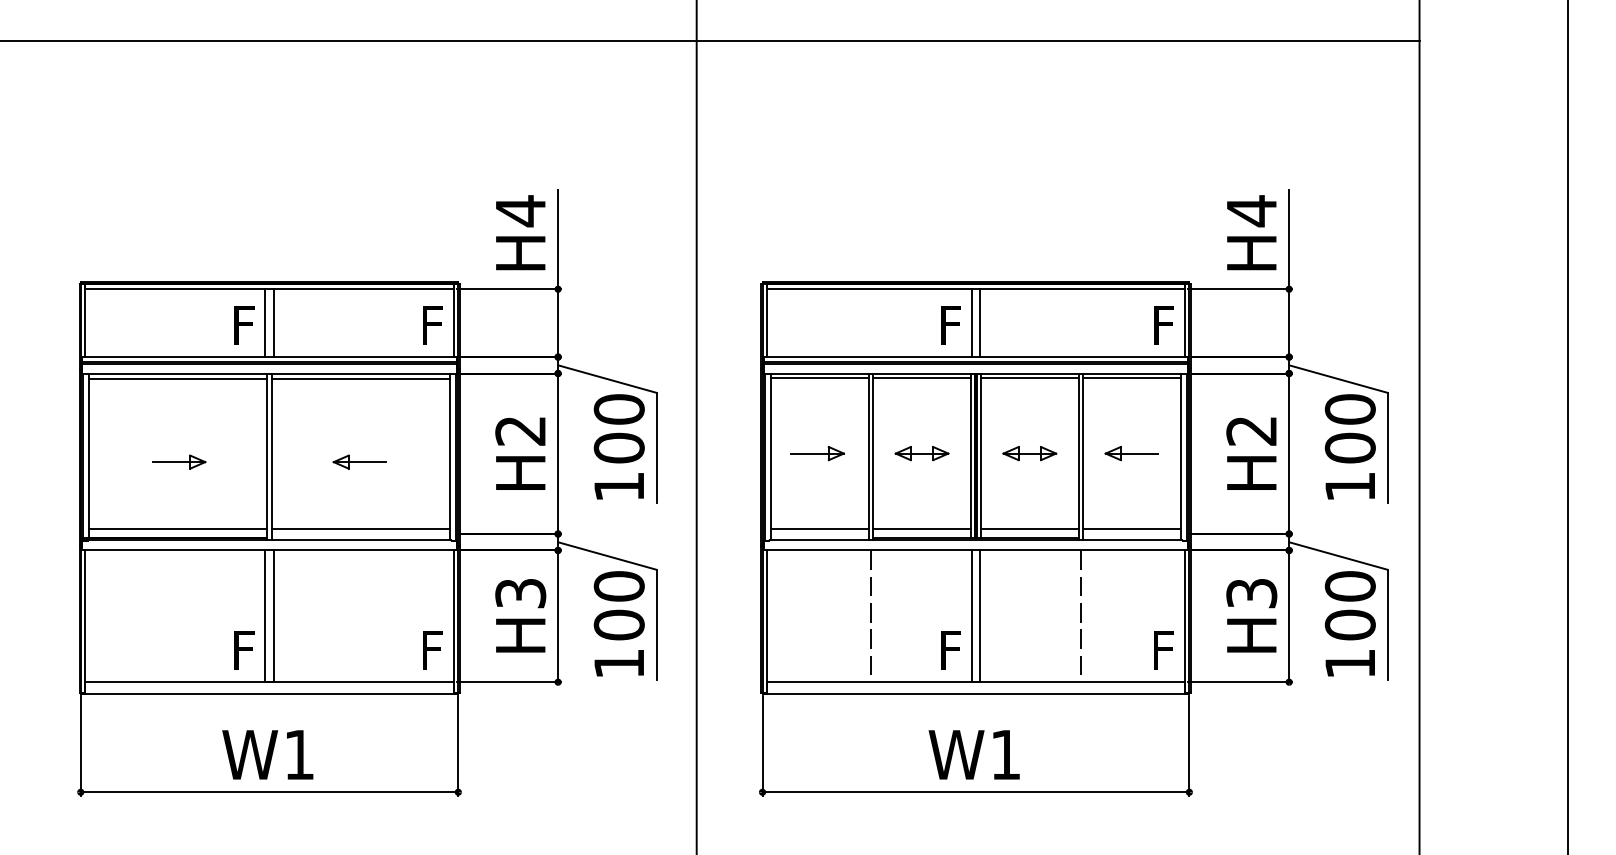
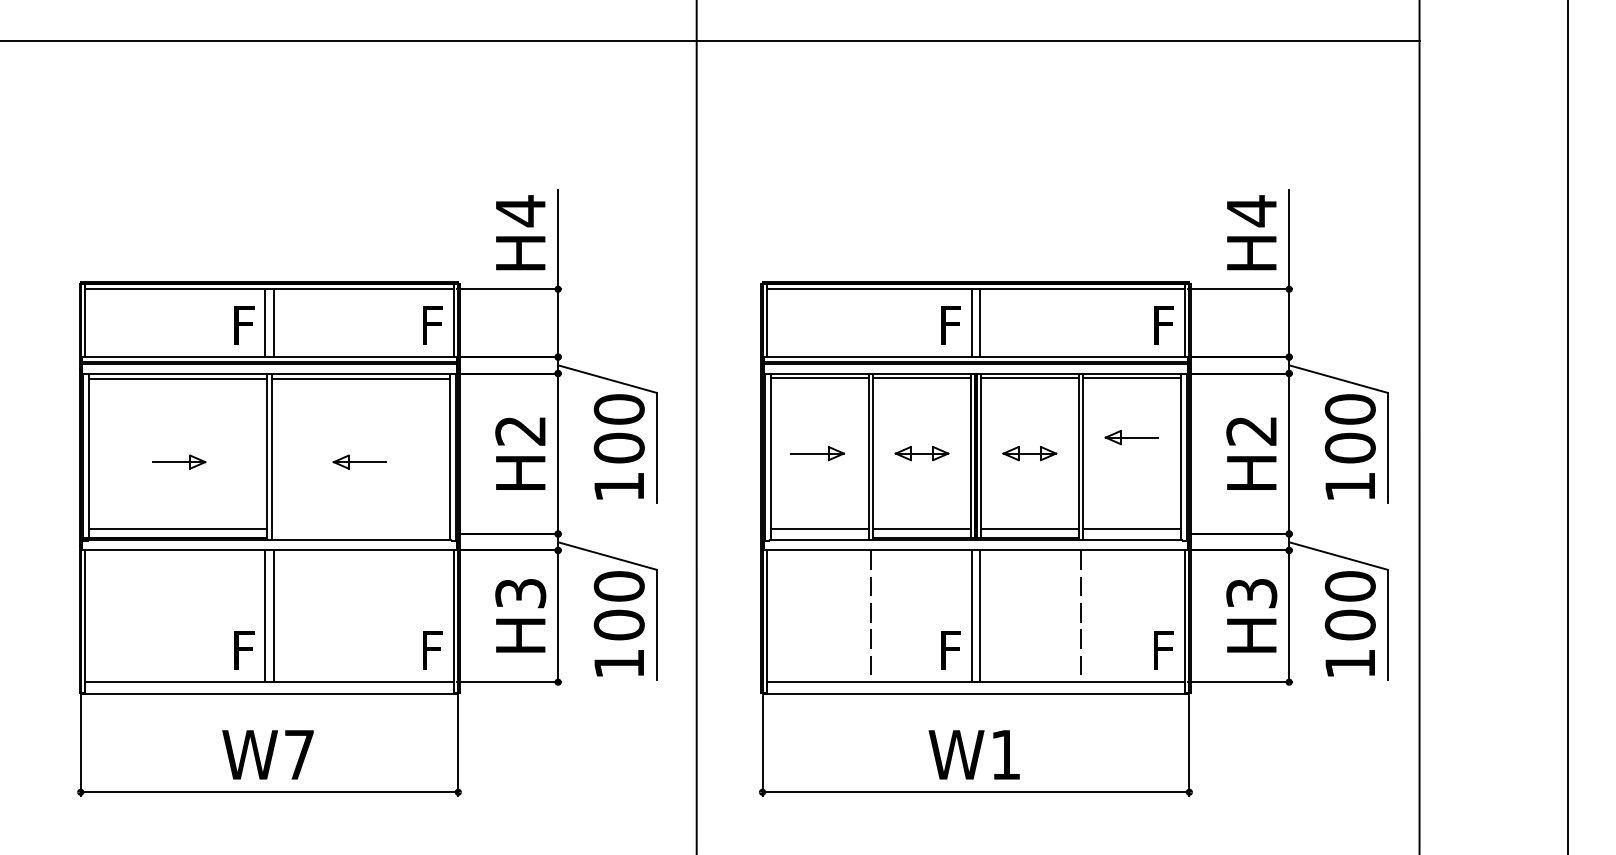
part at (1131, 453) position: (1131, 453) -> (1131, 437)
line at (360, 529): present -> none
text at (299, 754): W1 -> W7
